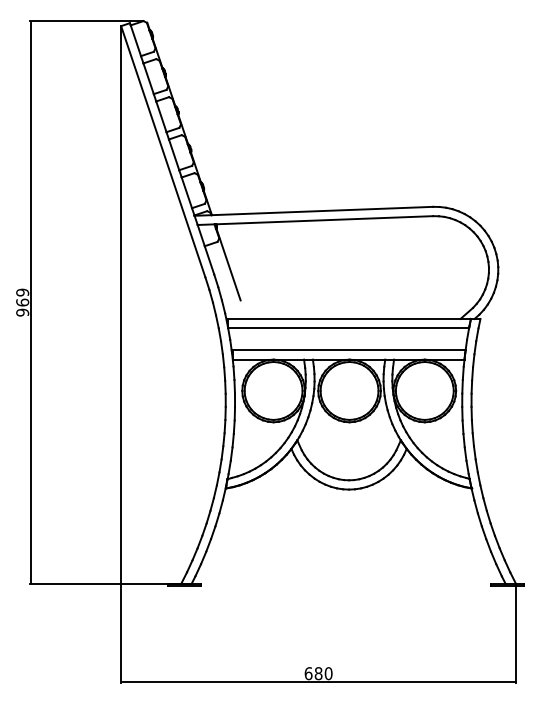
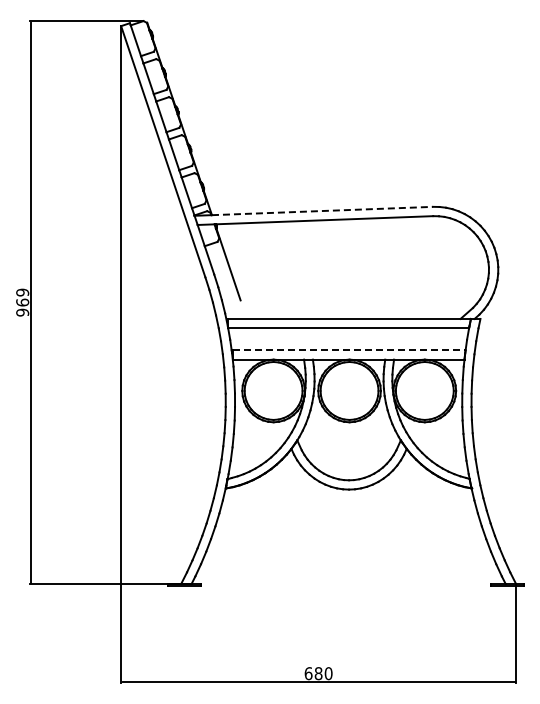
line at (322, 211): solid -> dashed
line at (349, 350): solid -> dashed
